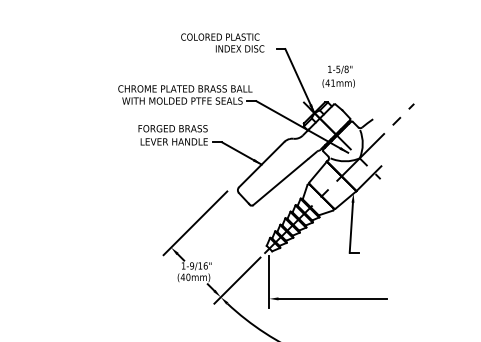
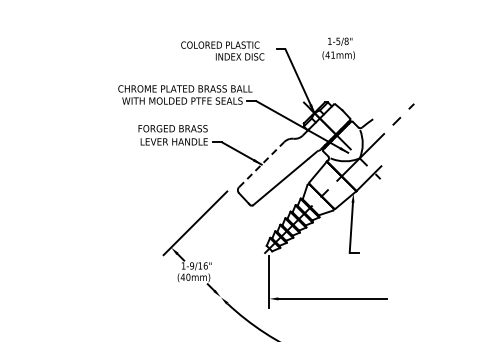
text at (222, 42) position: (222, 42) -> (222, 50)
text at (338, 76) position: (338, 76) -> (338, 48)
line at (261, 164): solid -> dashed
line at (237, 280): present -> none
